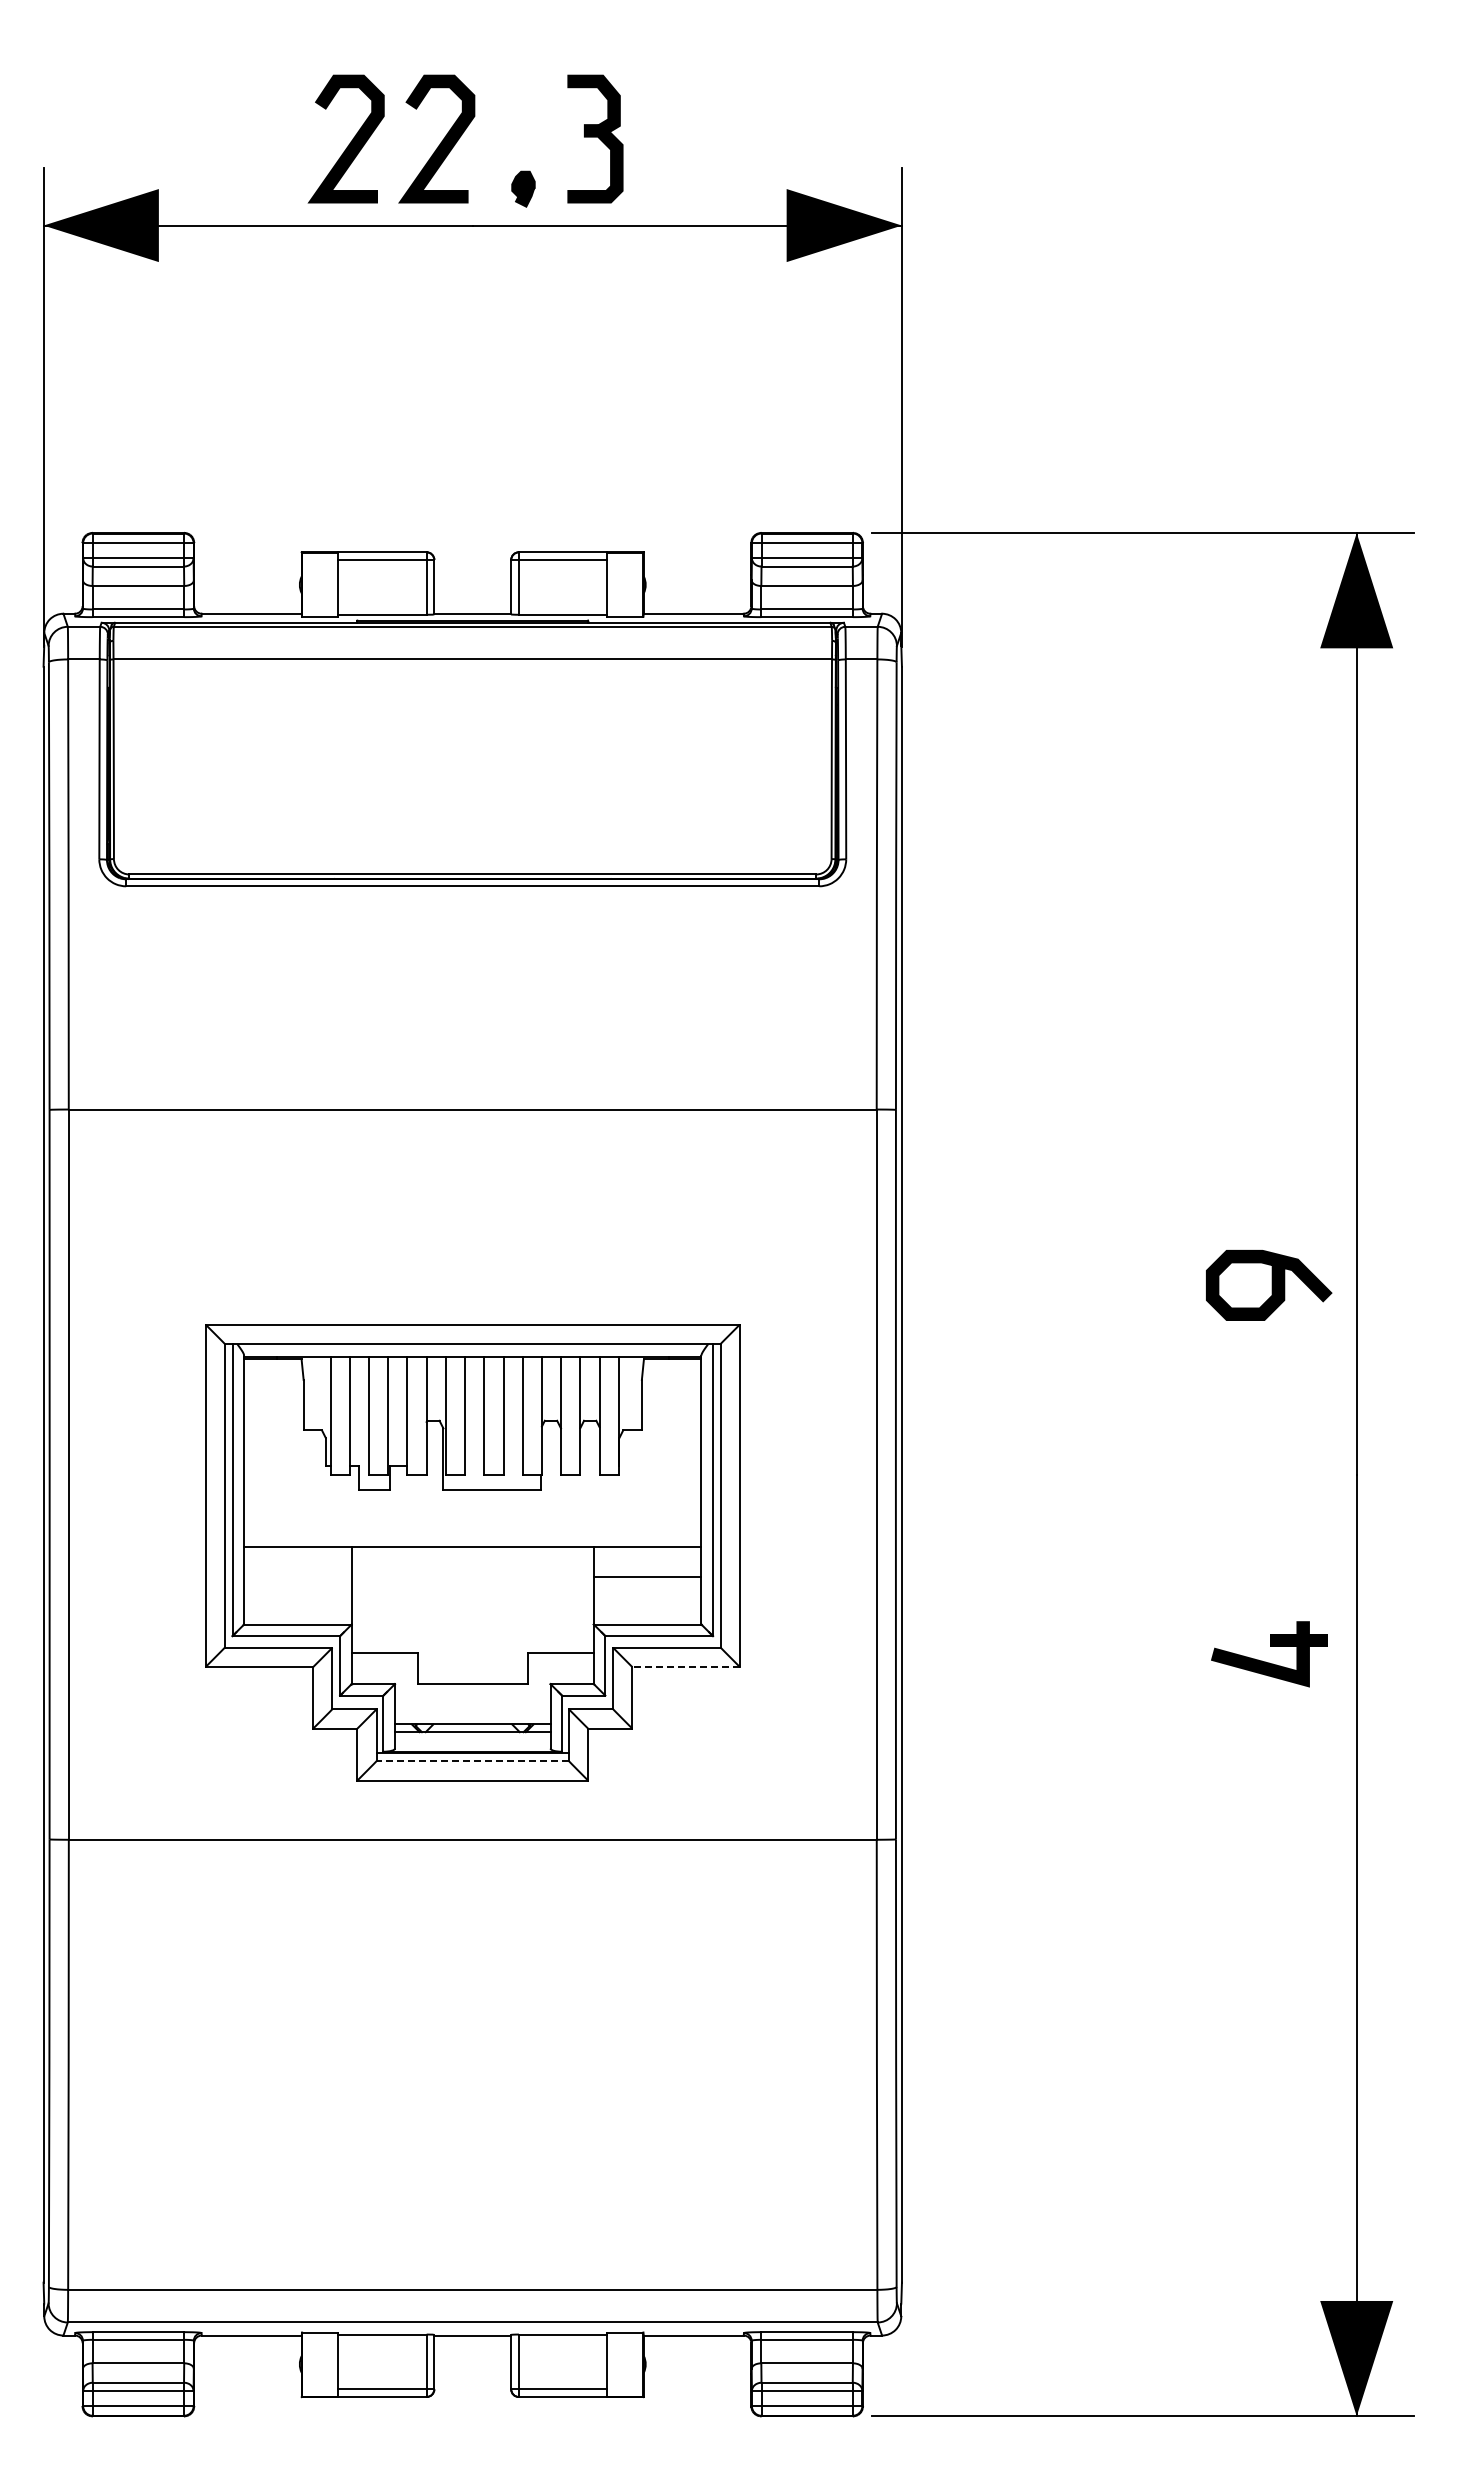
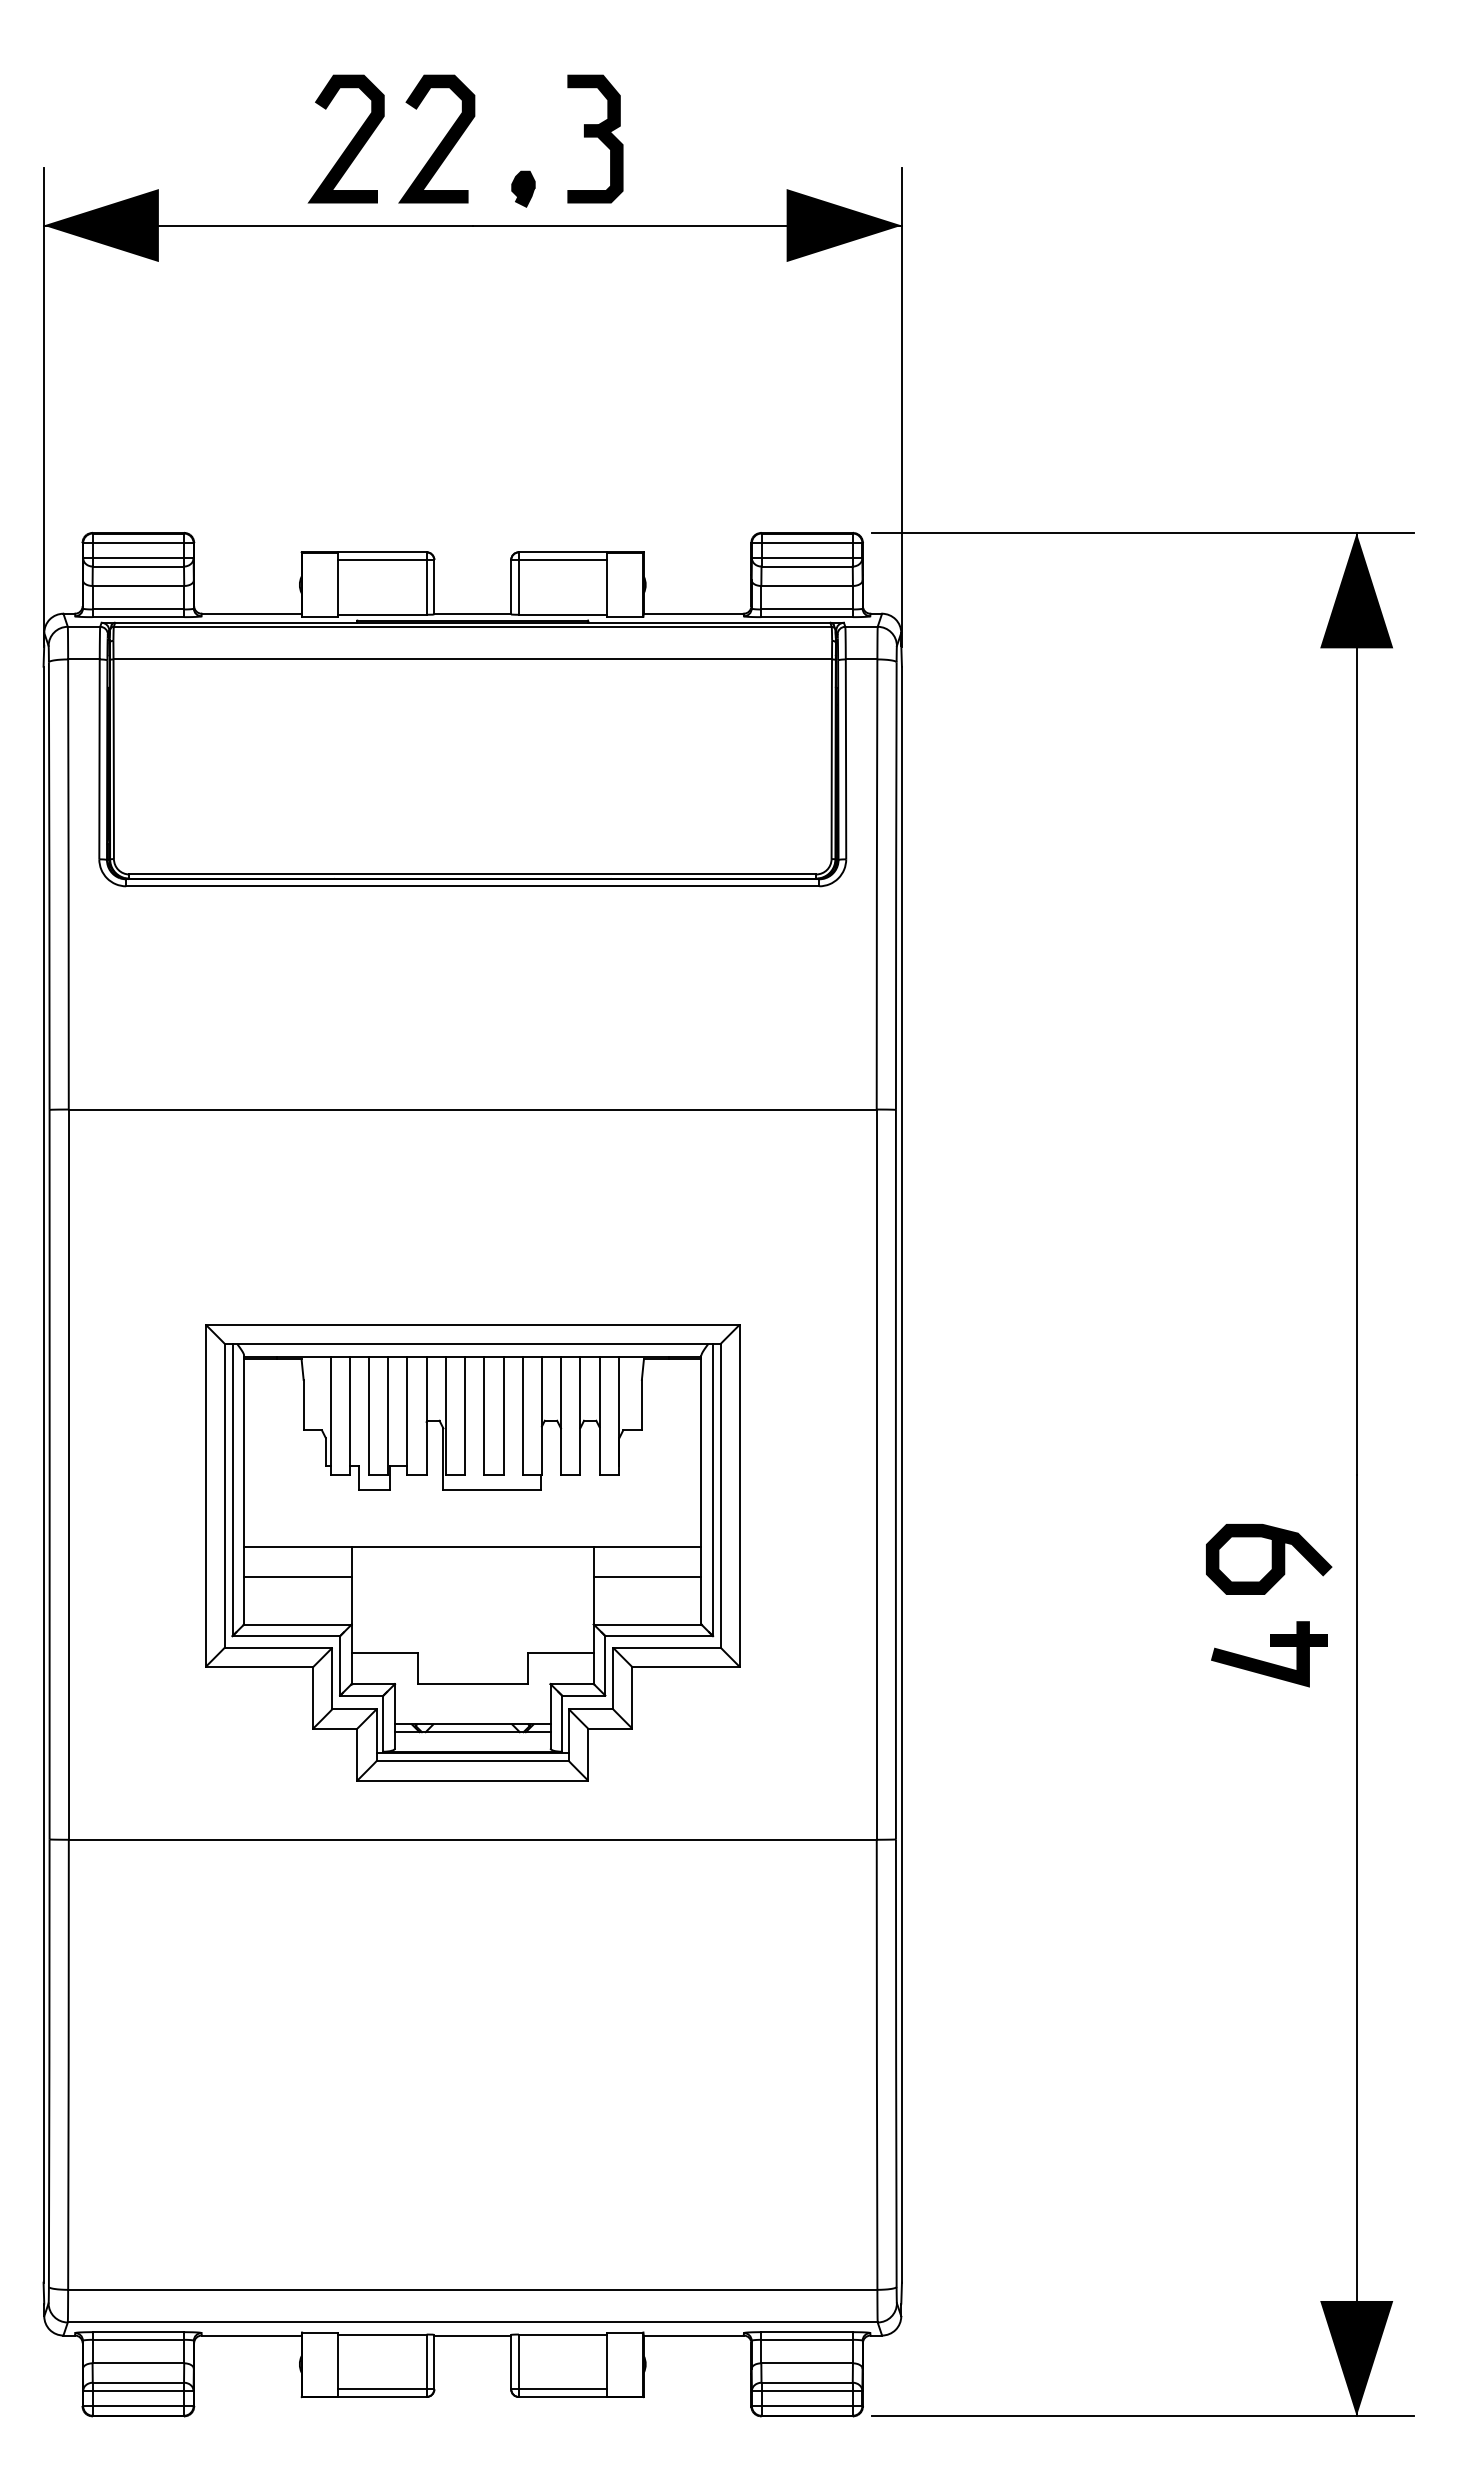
curve at (1271, 1285) position: (1271, 1285) -> (1271, 1559)
line at (297, 1576): none -> present
line at (686, 1667): dashed -> solid
line at (472, 1760): dashed -> solid
